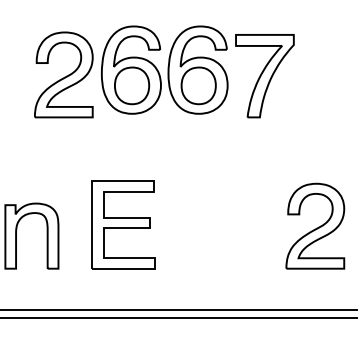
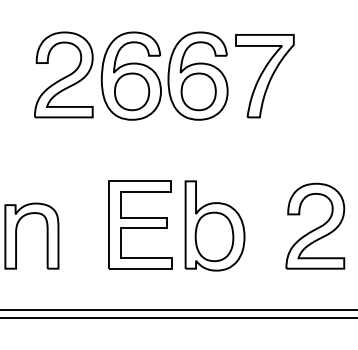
part at (164, 69) position: (164, 69) -> (164, 75)
part at (123, 224) position: (123, 224) -> (140, 224)
part at (214, 225): none -> present
